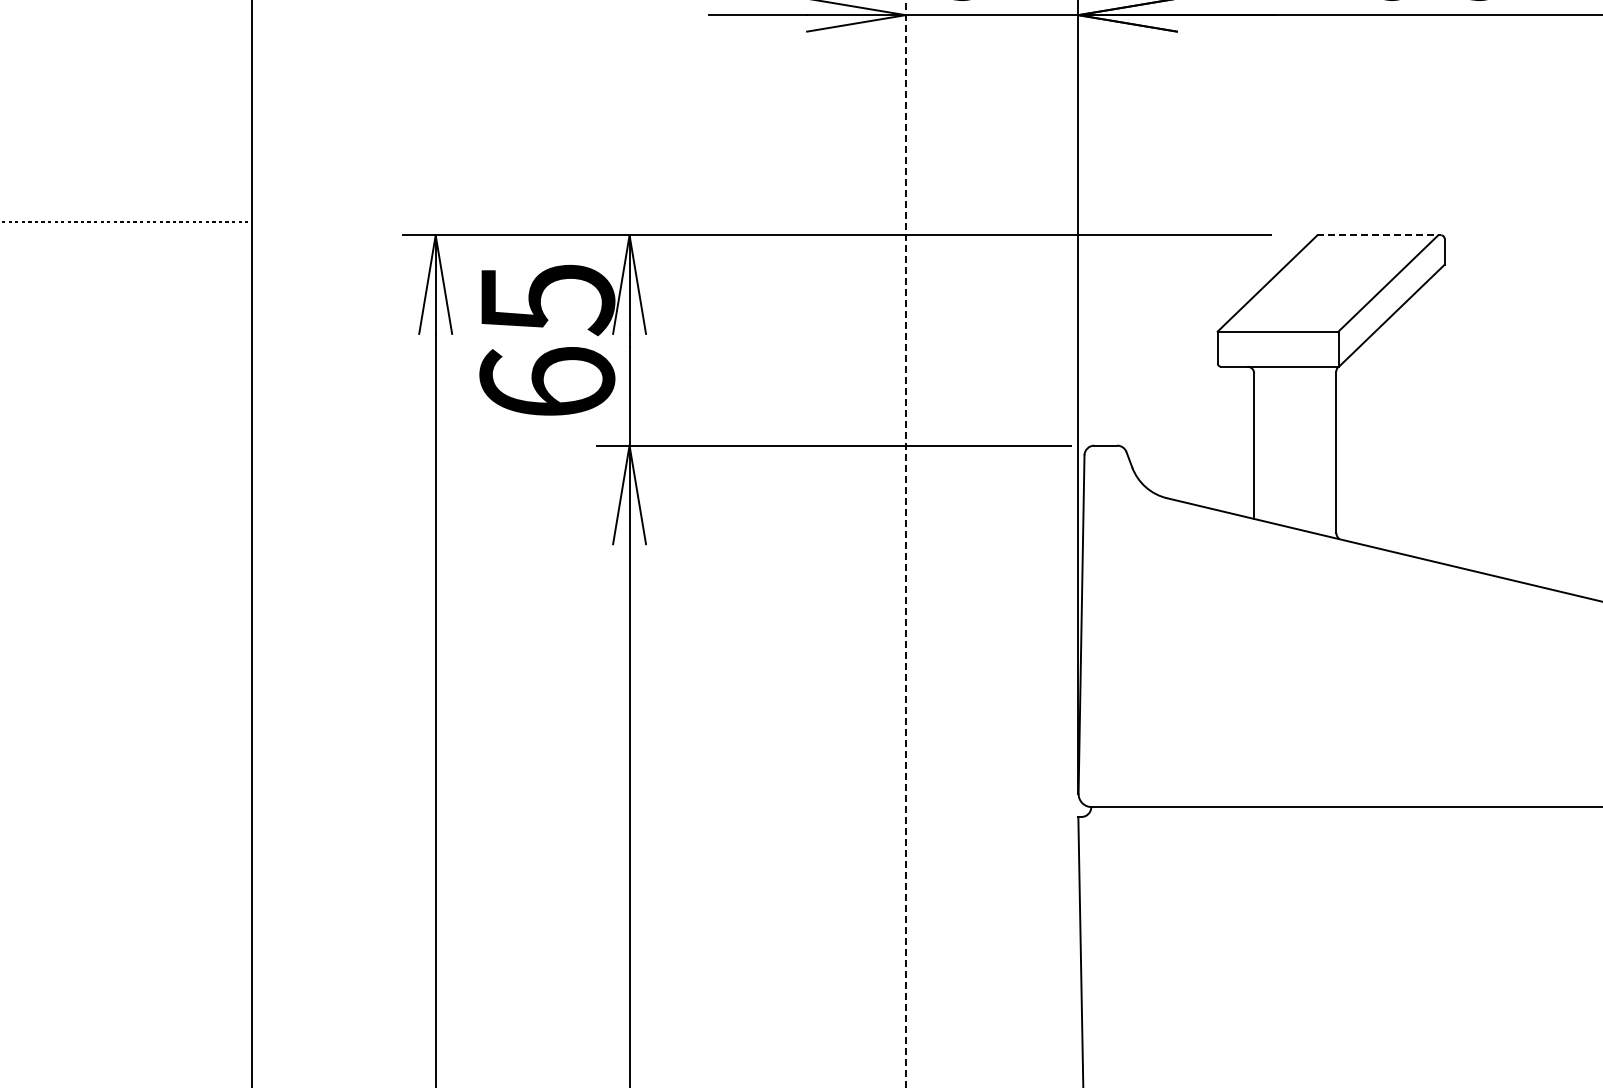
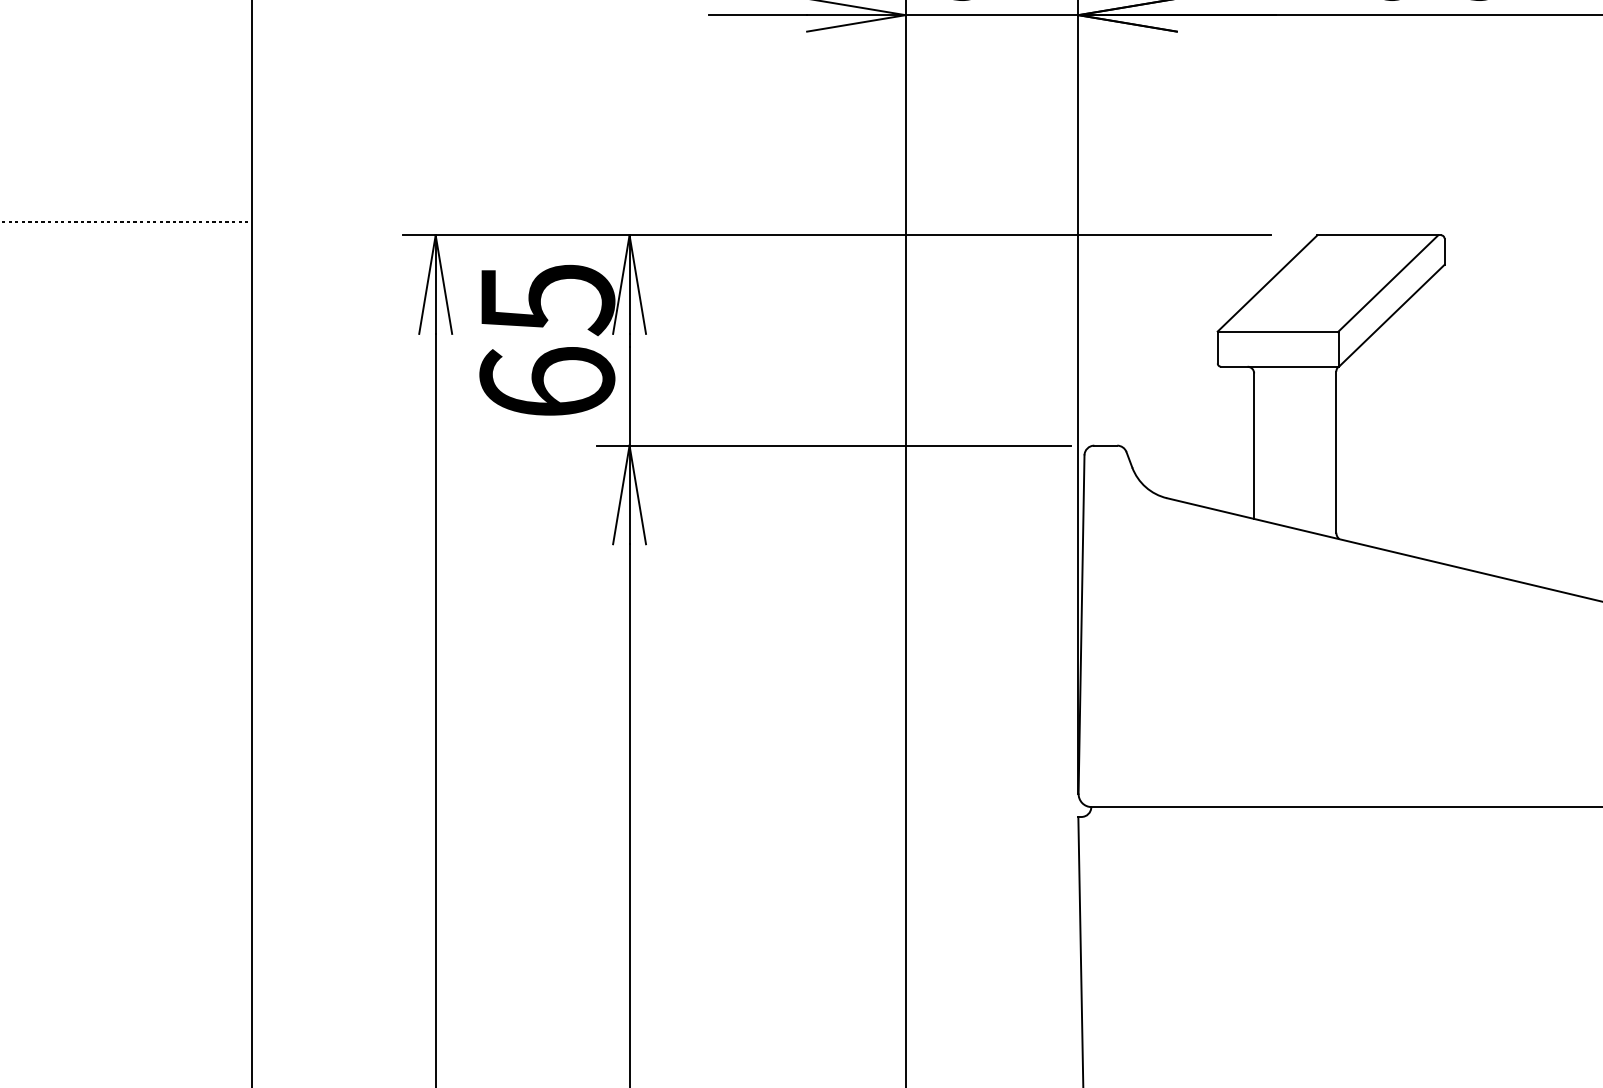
line at (1379, 235): dashed -> solid
line at (905, 544): dashed -> solid
